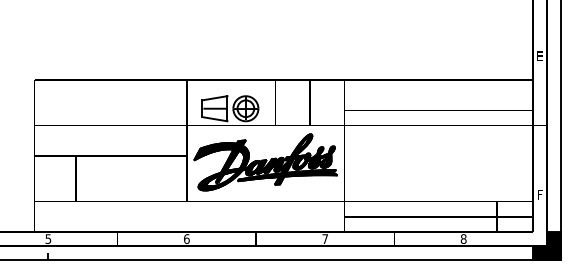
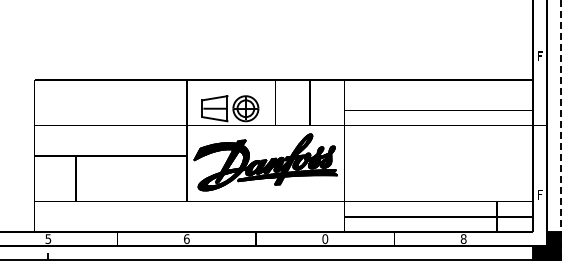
text at (539, 55): E -> F
line at (560, 129): solid -> dashed
text at (325, 238): 7 -> 0
